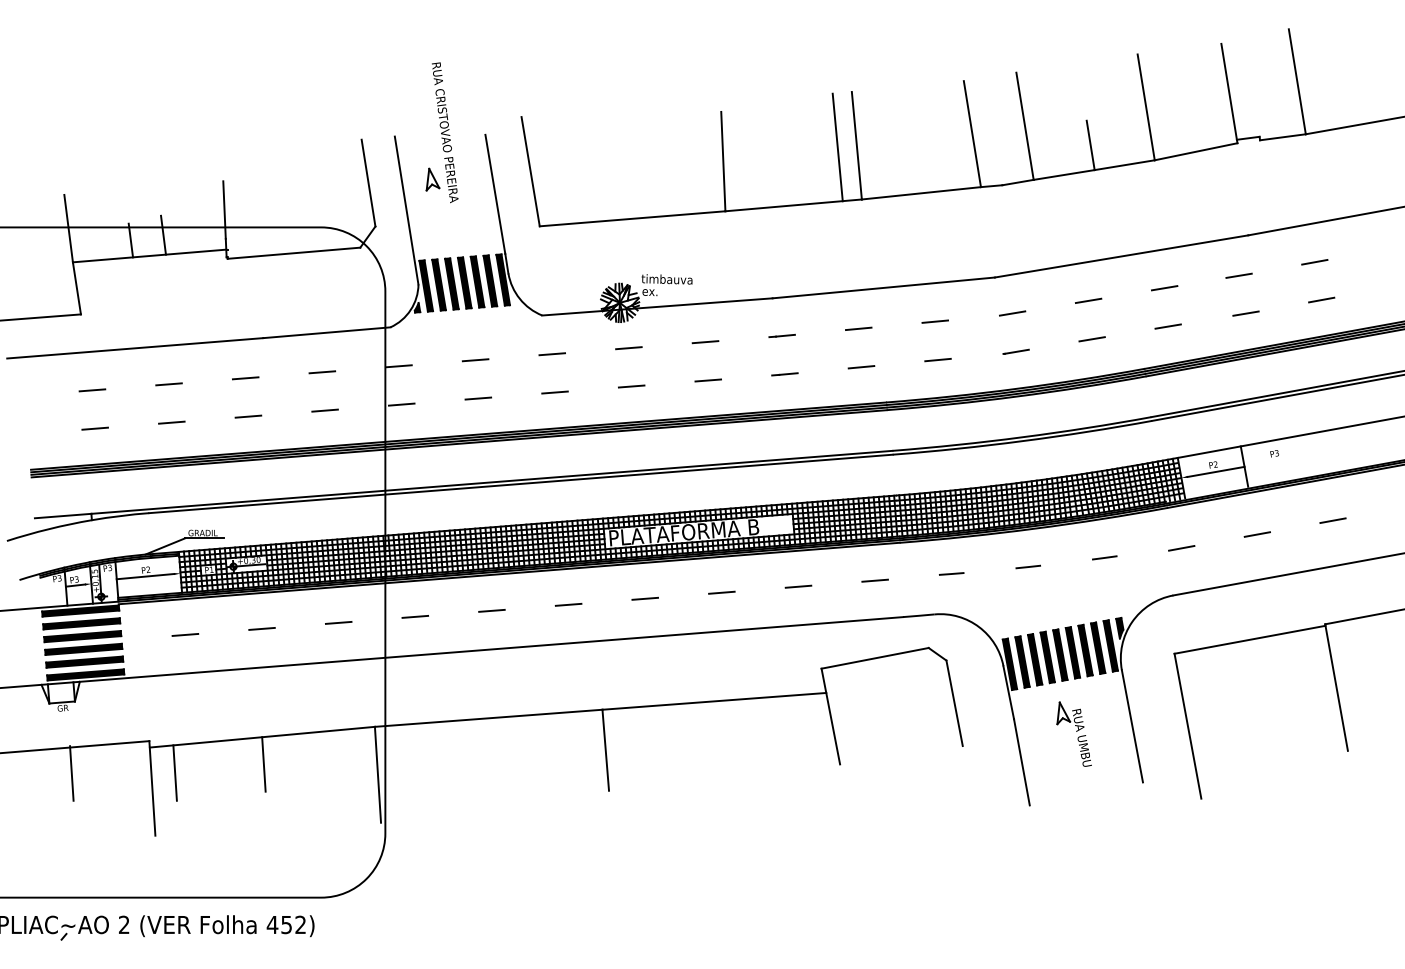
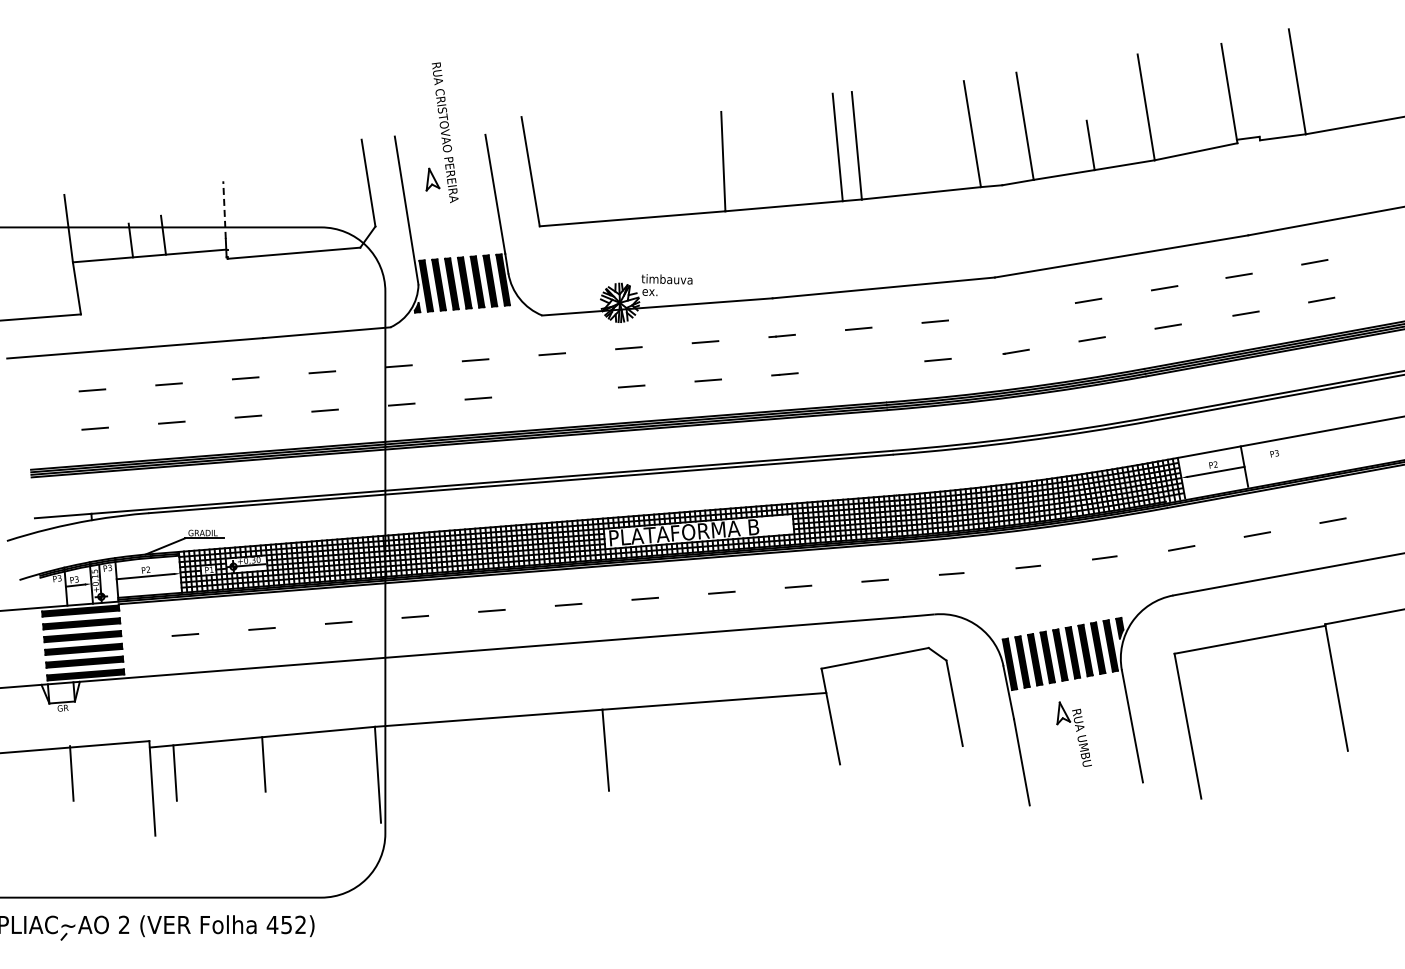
line at (224, 210): solid -> dashed
line at (1012, 313): present -> none
line at (861, 367): present -> none
line at (554, 392): present -> none
